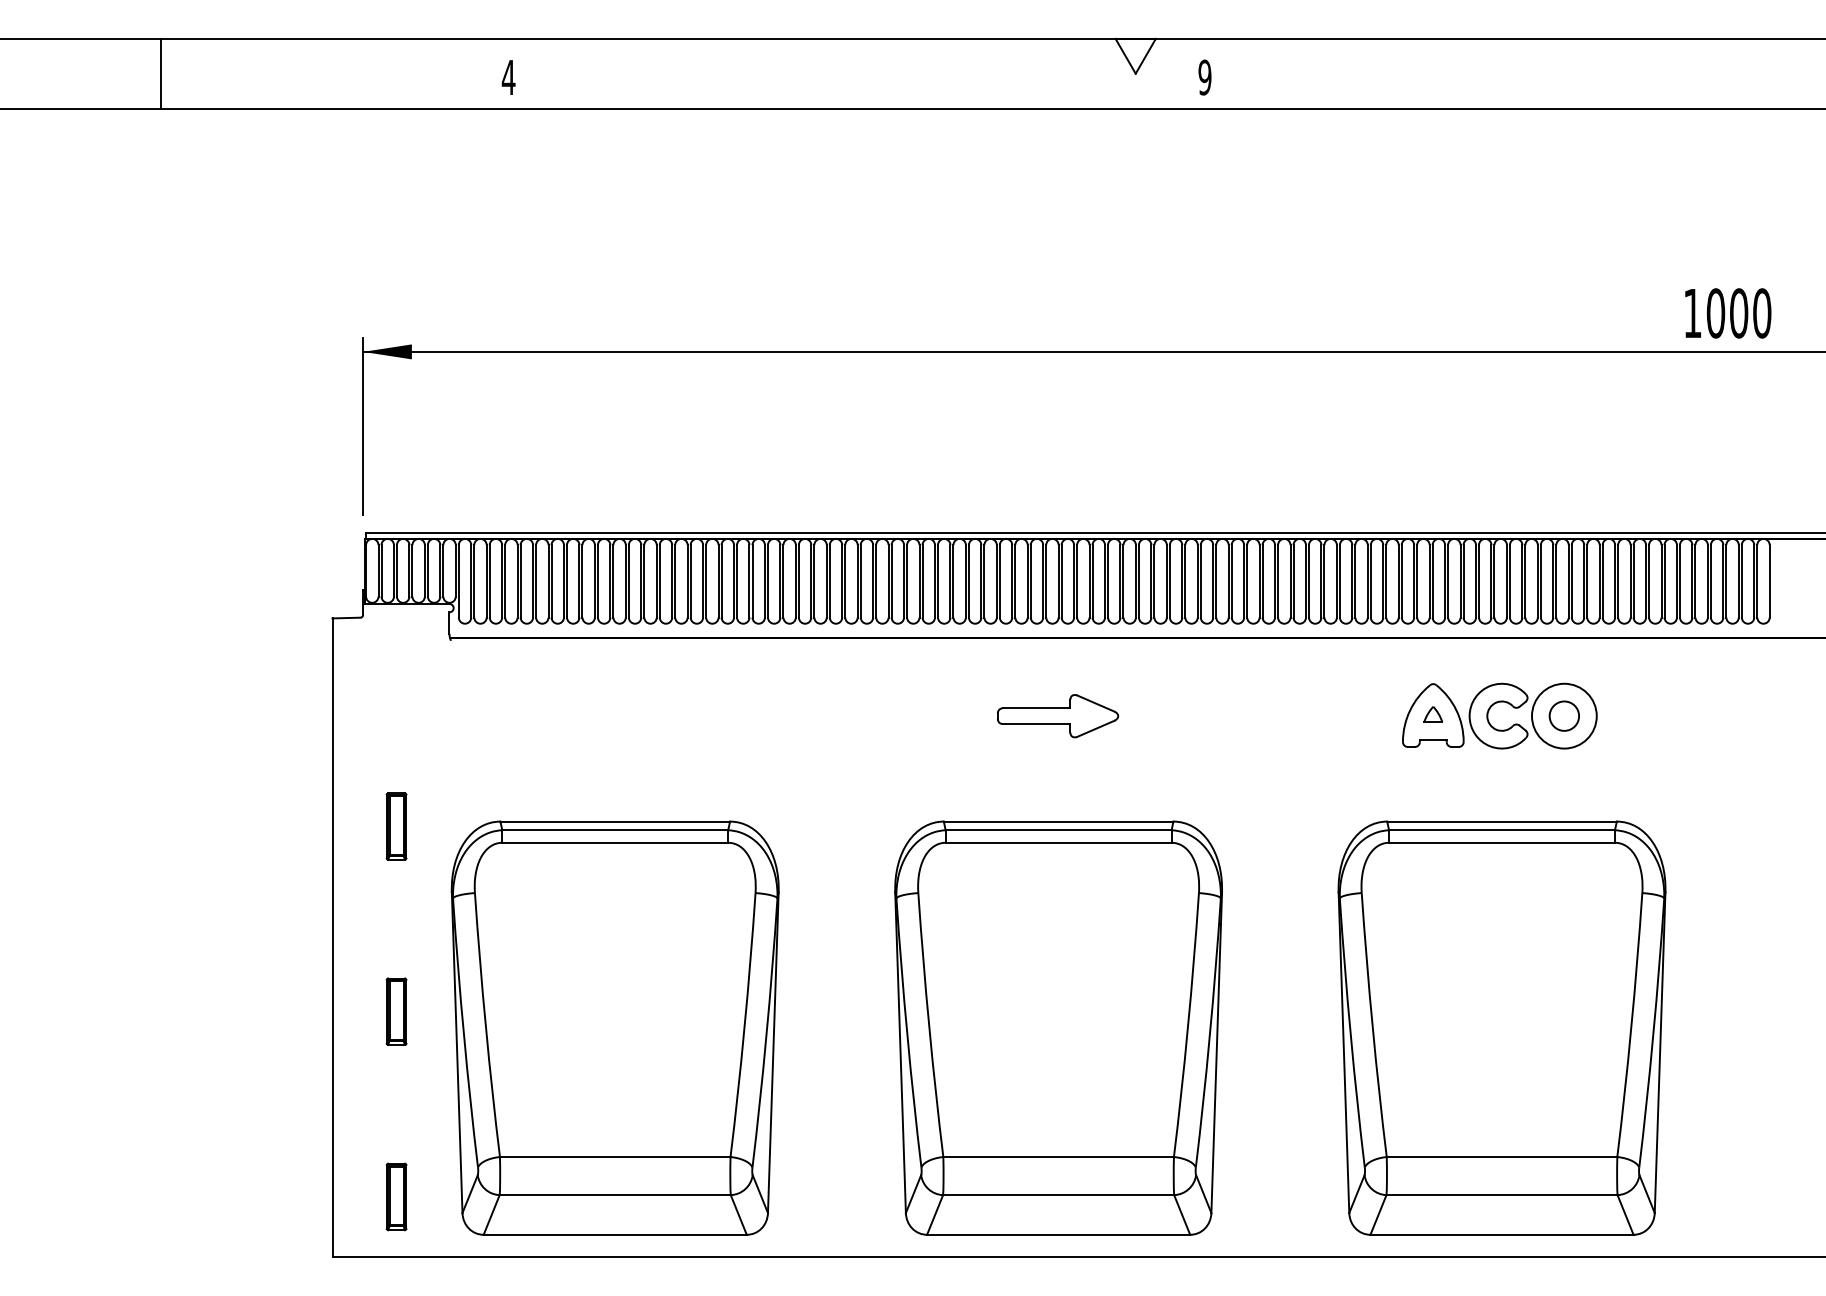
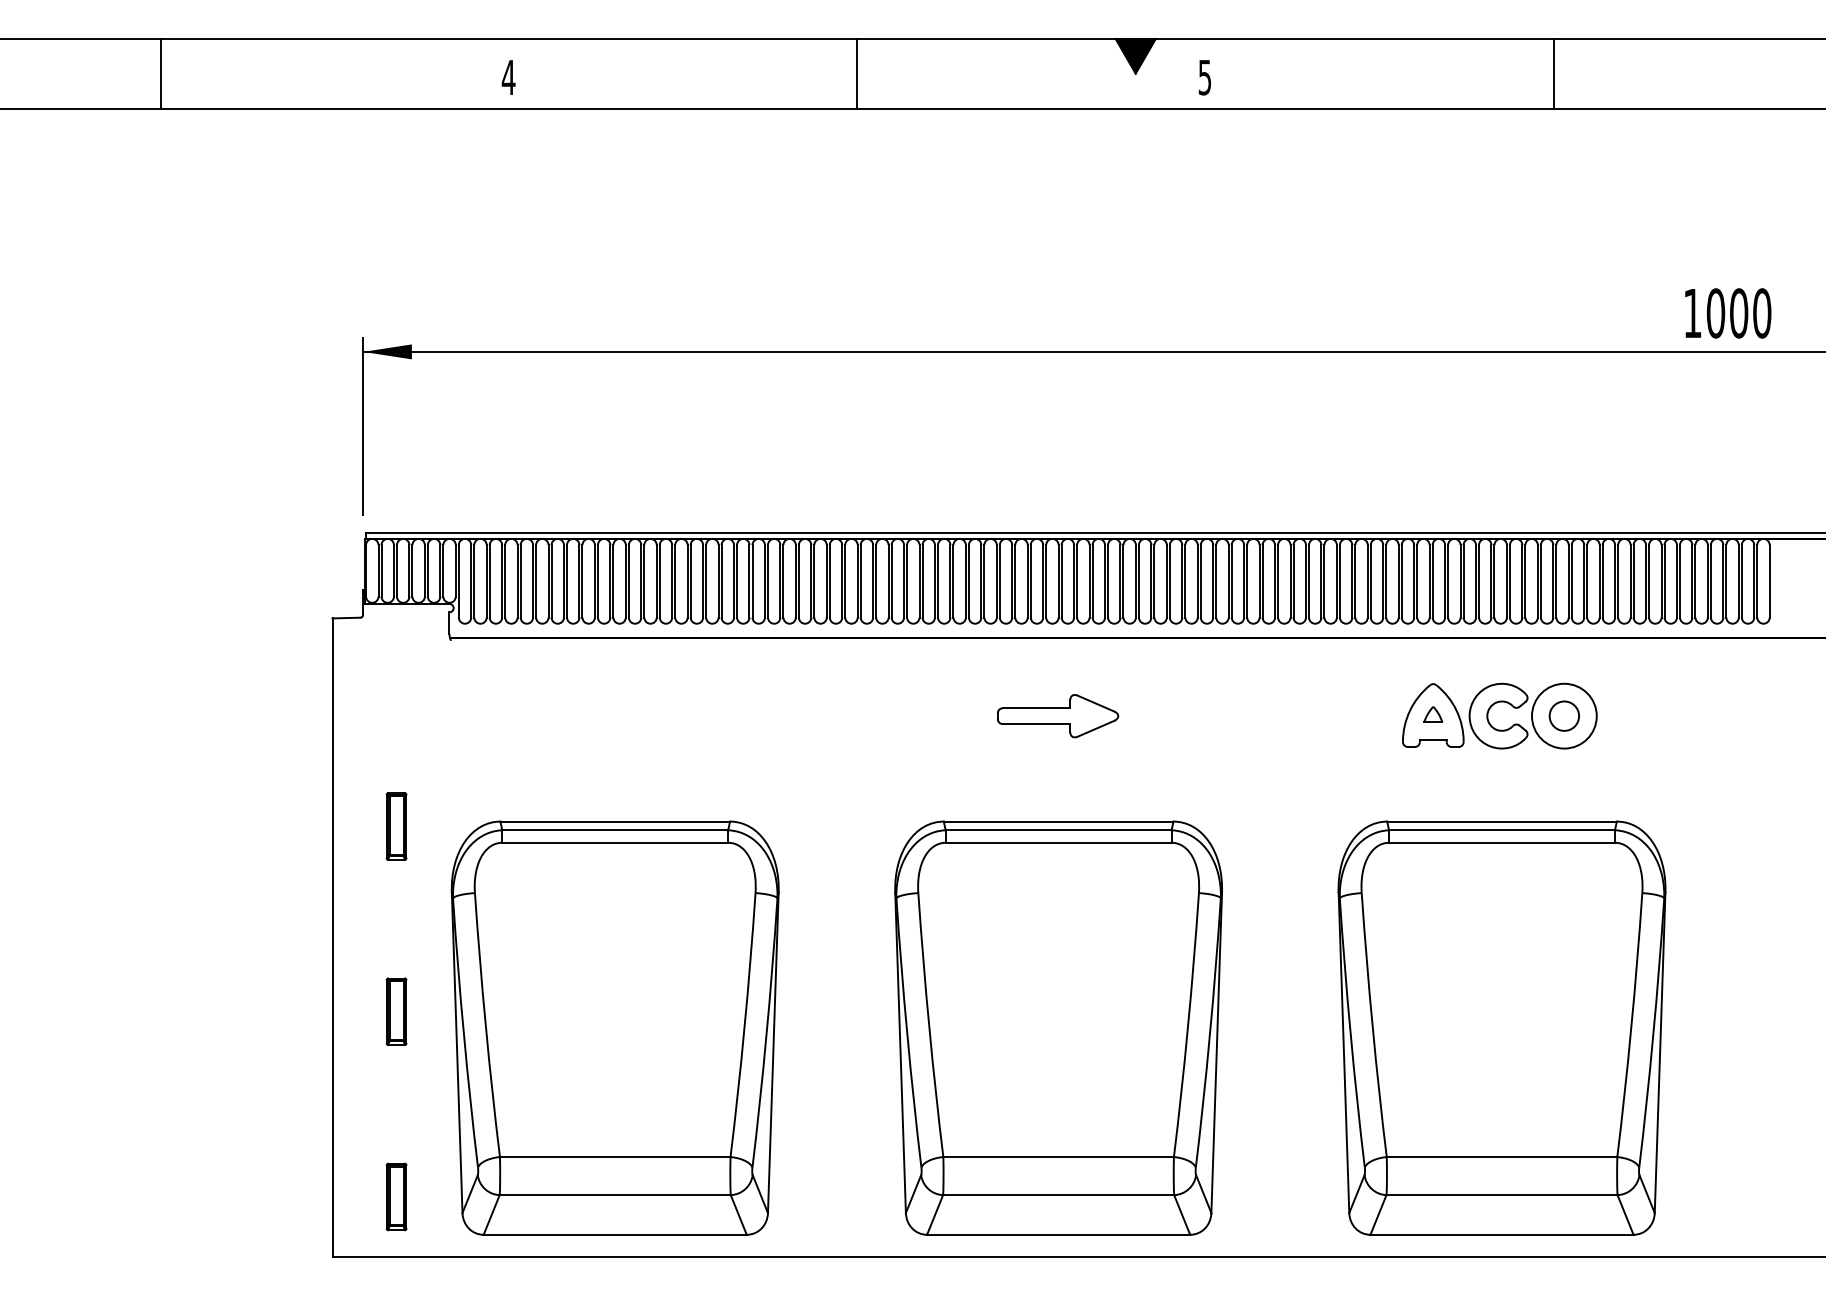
fill at (1135, 55): none -> present
line at (857, 73): none -> present
line at (1553, 73): none -> present
text at (1204, 77): 9 -> 5
